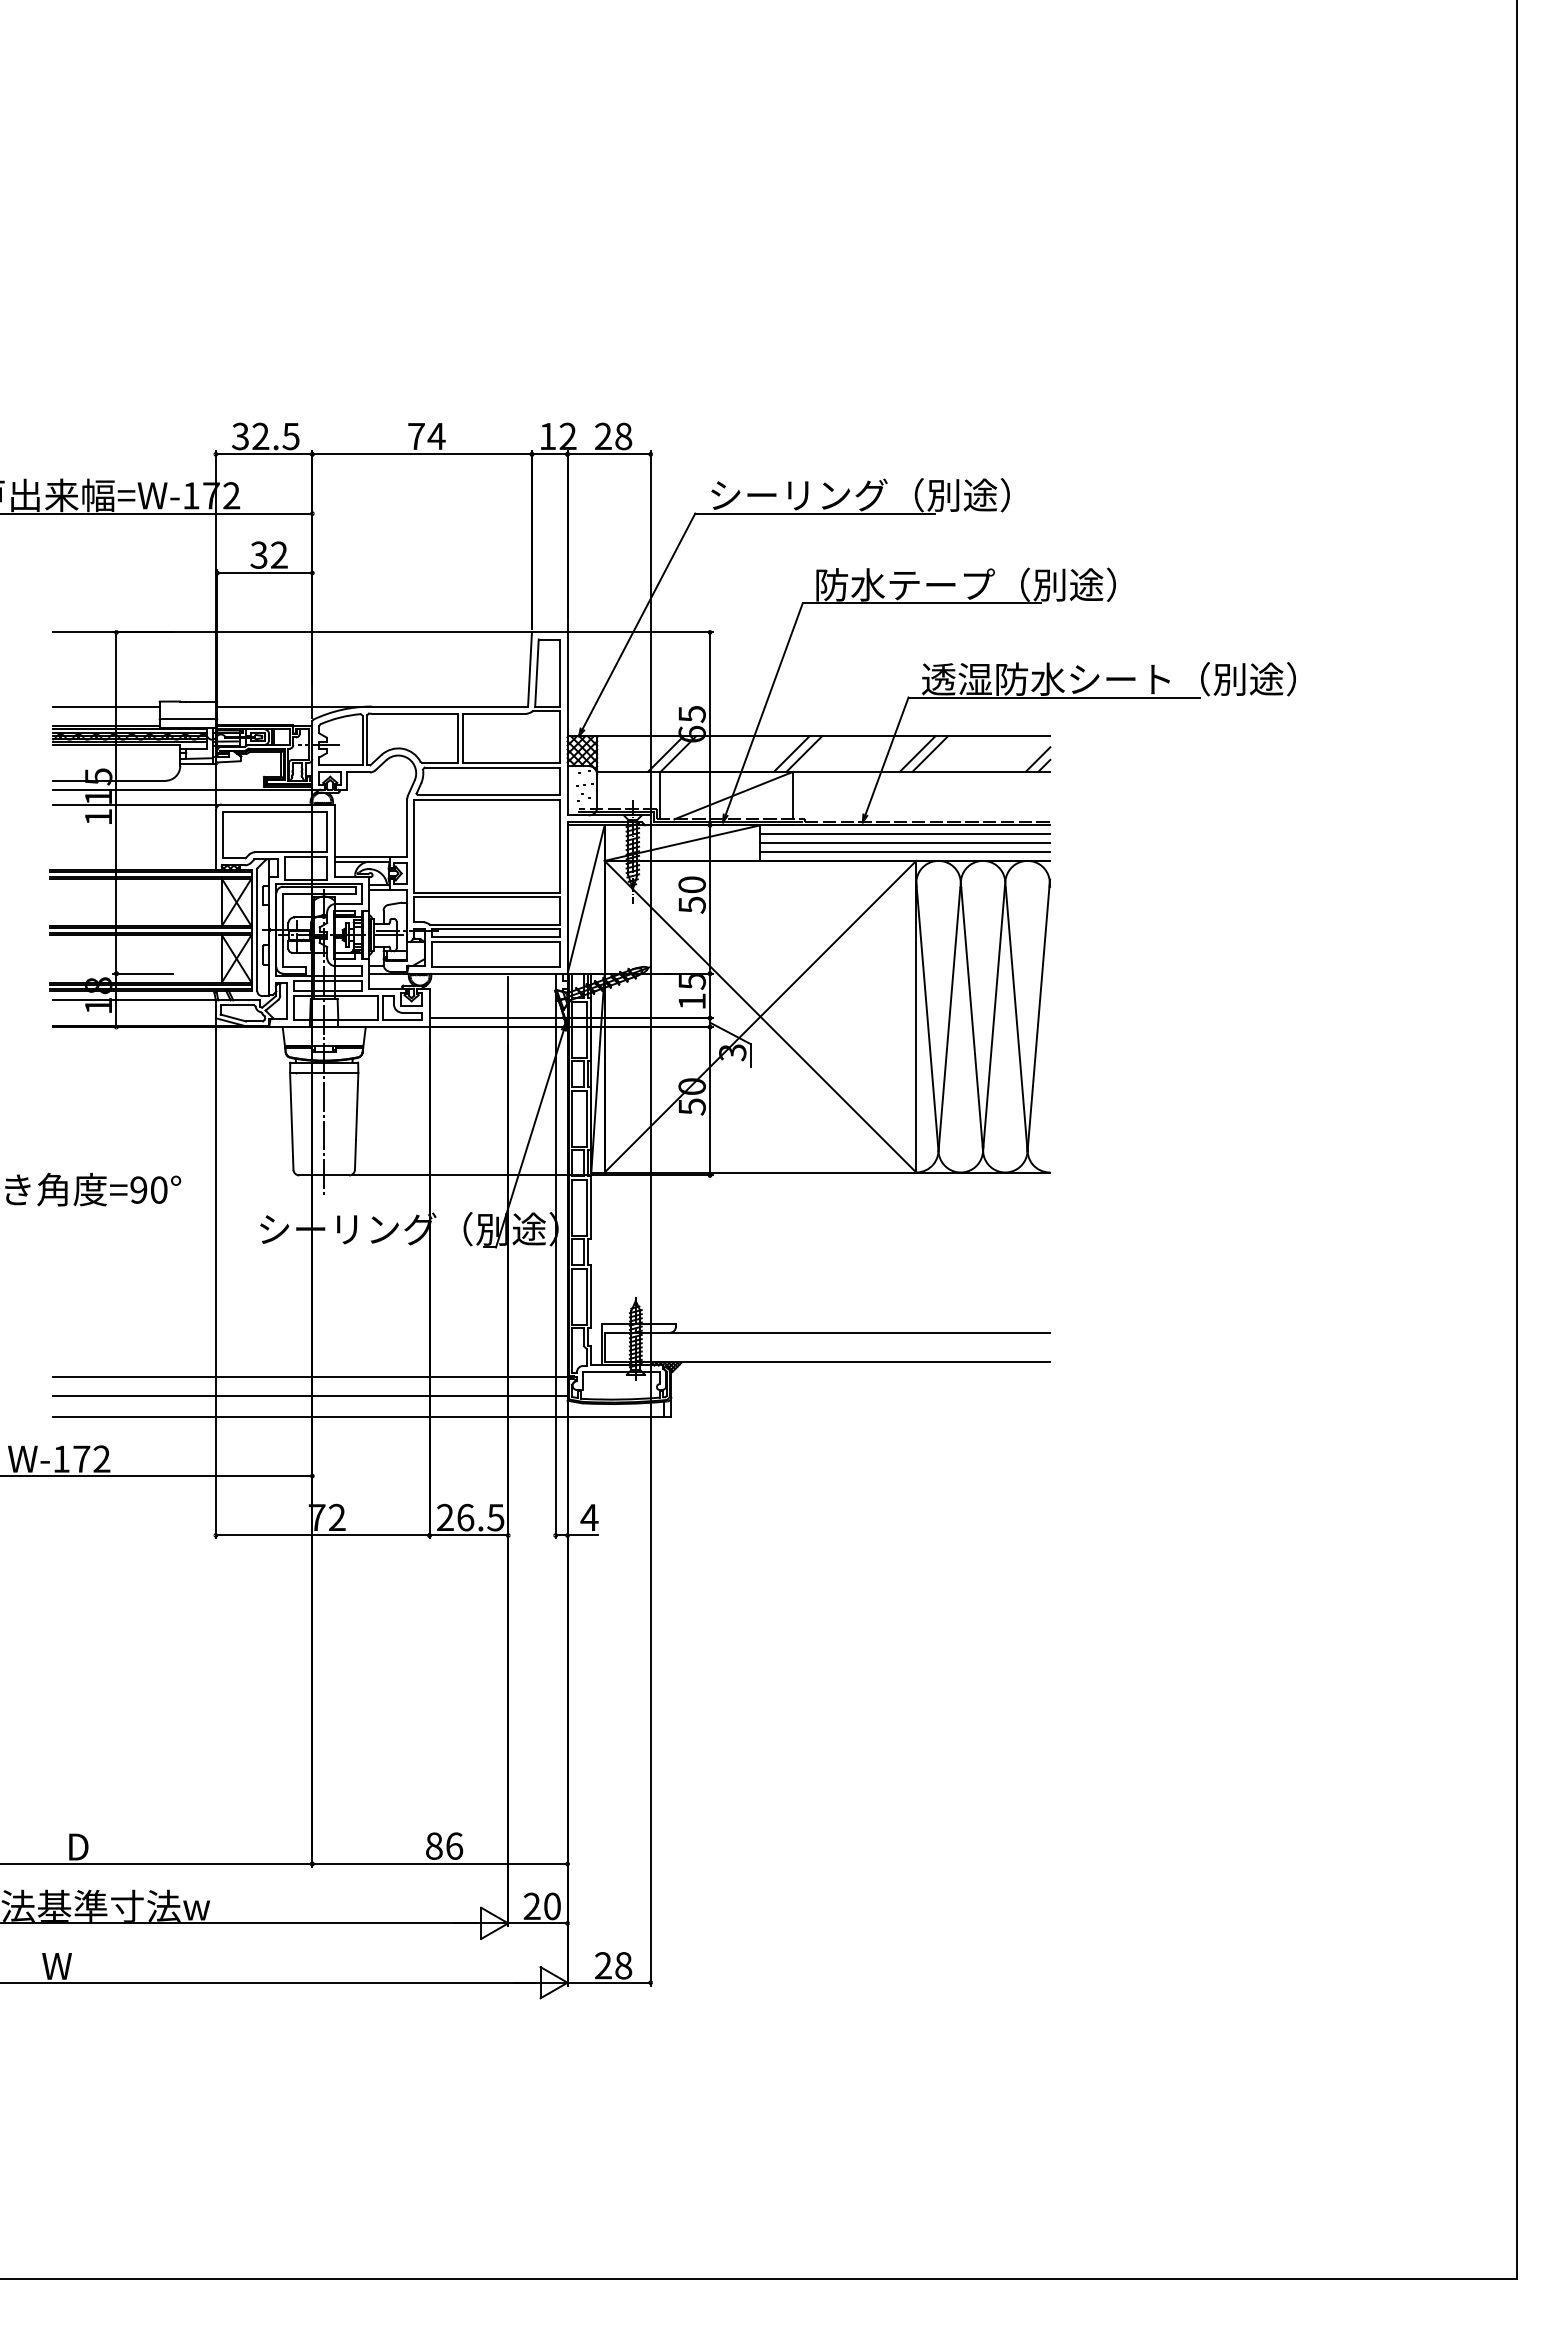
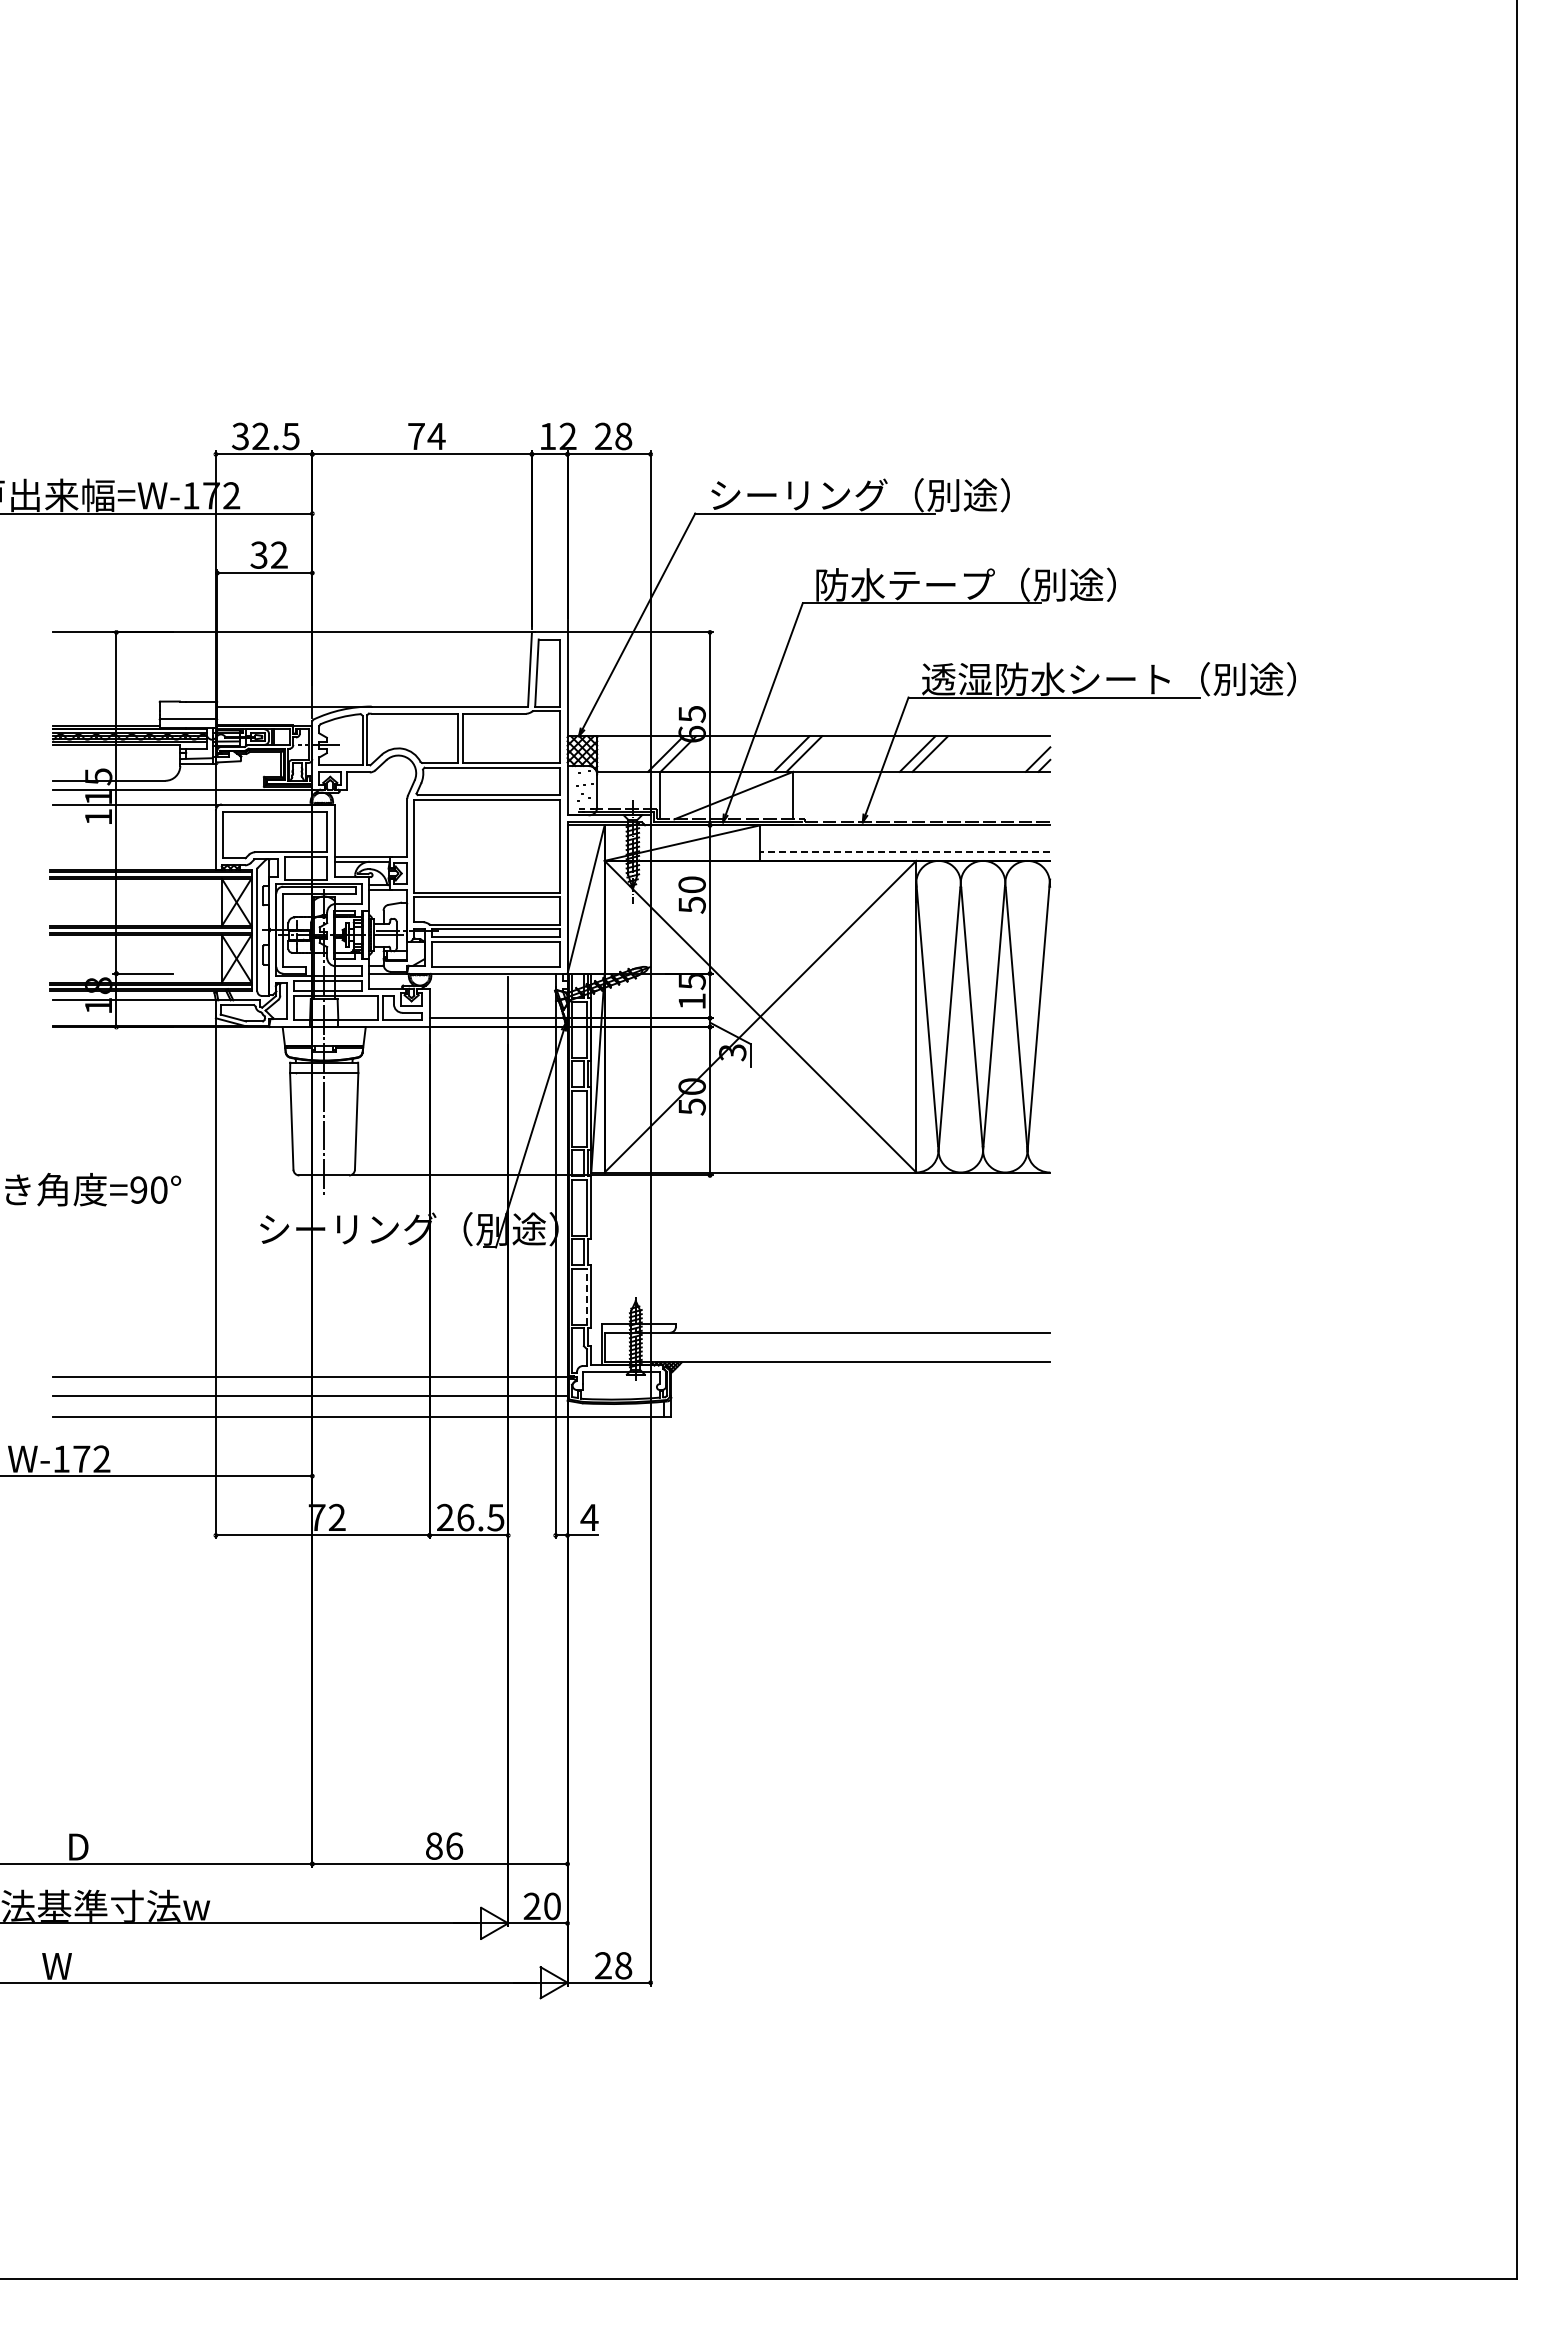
line at (105, 706): present -> none
line at (905, 834): present -> none
line at (905, 843): present -> none
line at (905, 852): solid -> dashed
line at (586, 1296): solid -> dashed
